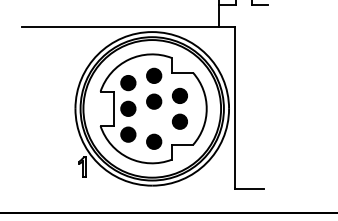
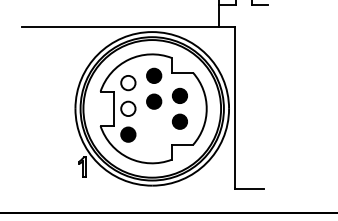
fill at (128, 82): present -> none
fill at (128, 108): present -> none
part at (154, 141): present -> none
